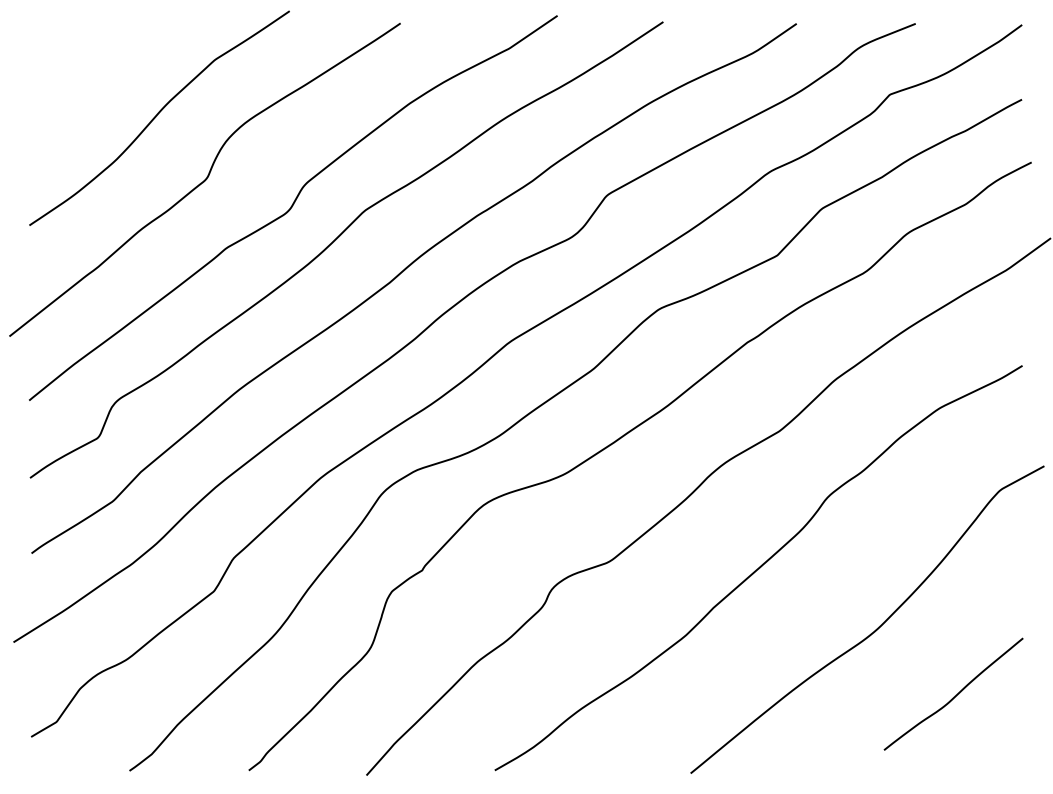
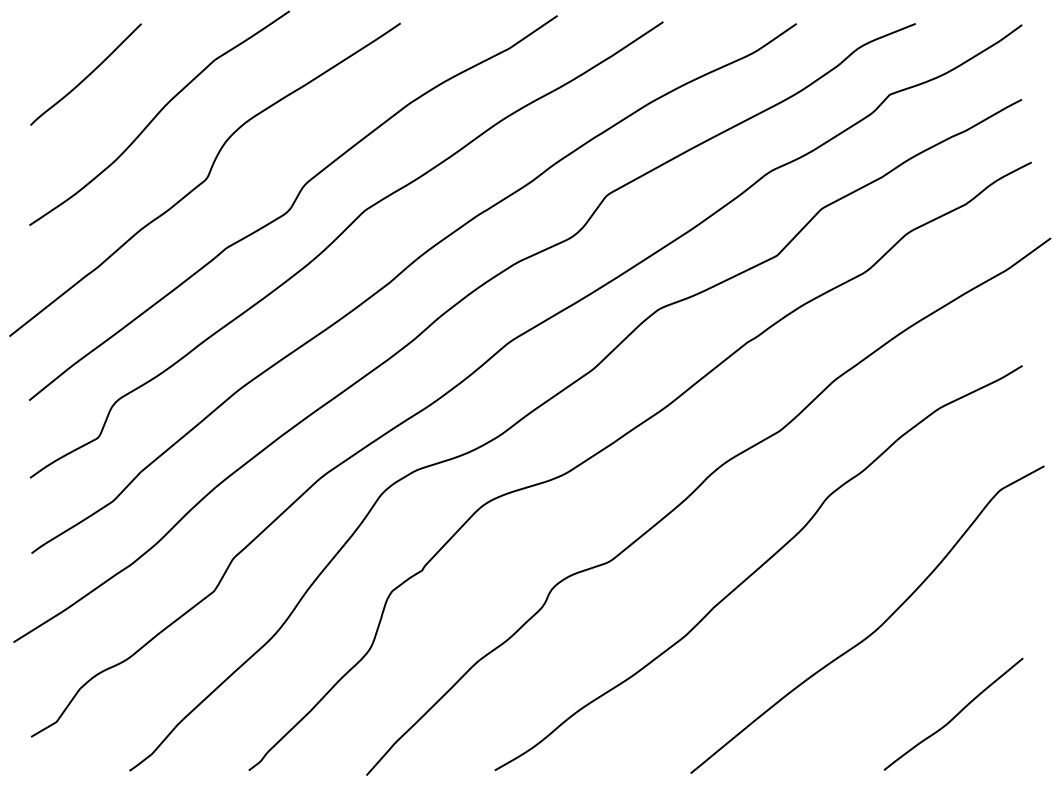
curve at (87, 75): none -> present
curve at (955, 695) position: (955, 695) -> (955, 715)
